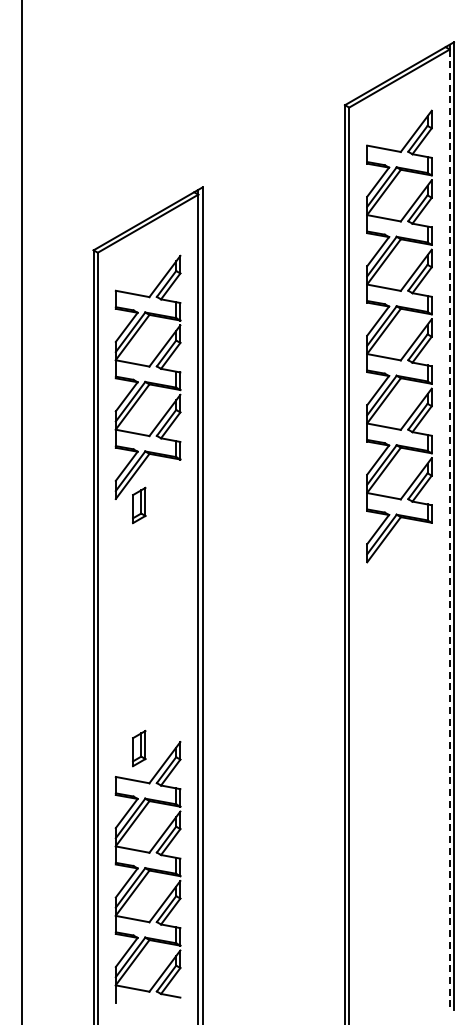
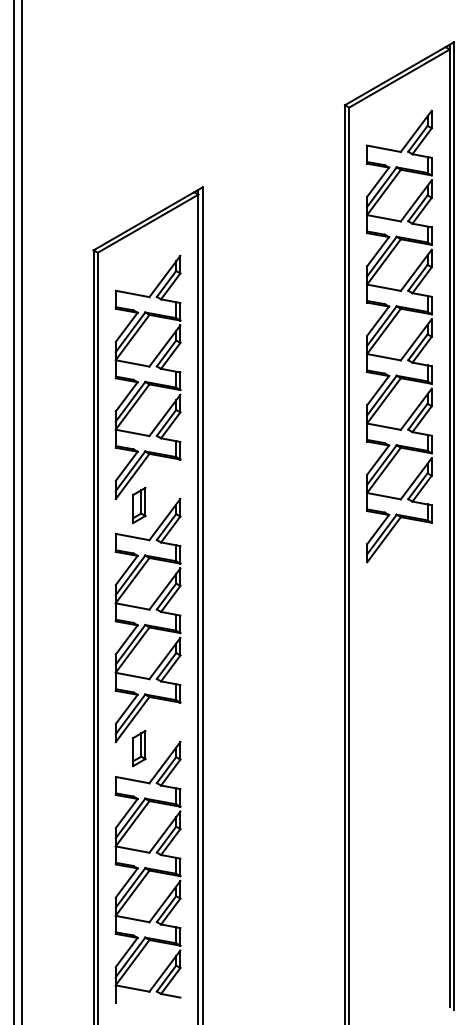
line at (14, 511): none -> present
line at (449, 528): dashed -> solid
part at (147, 620): none -> present
